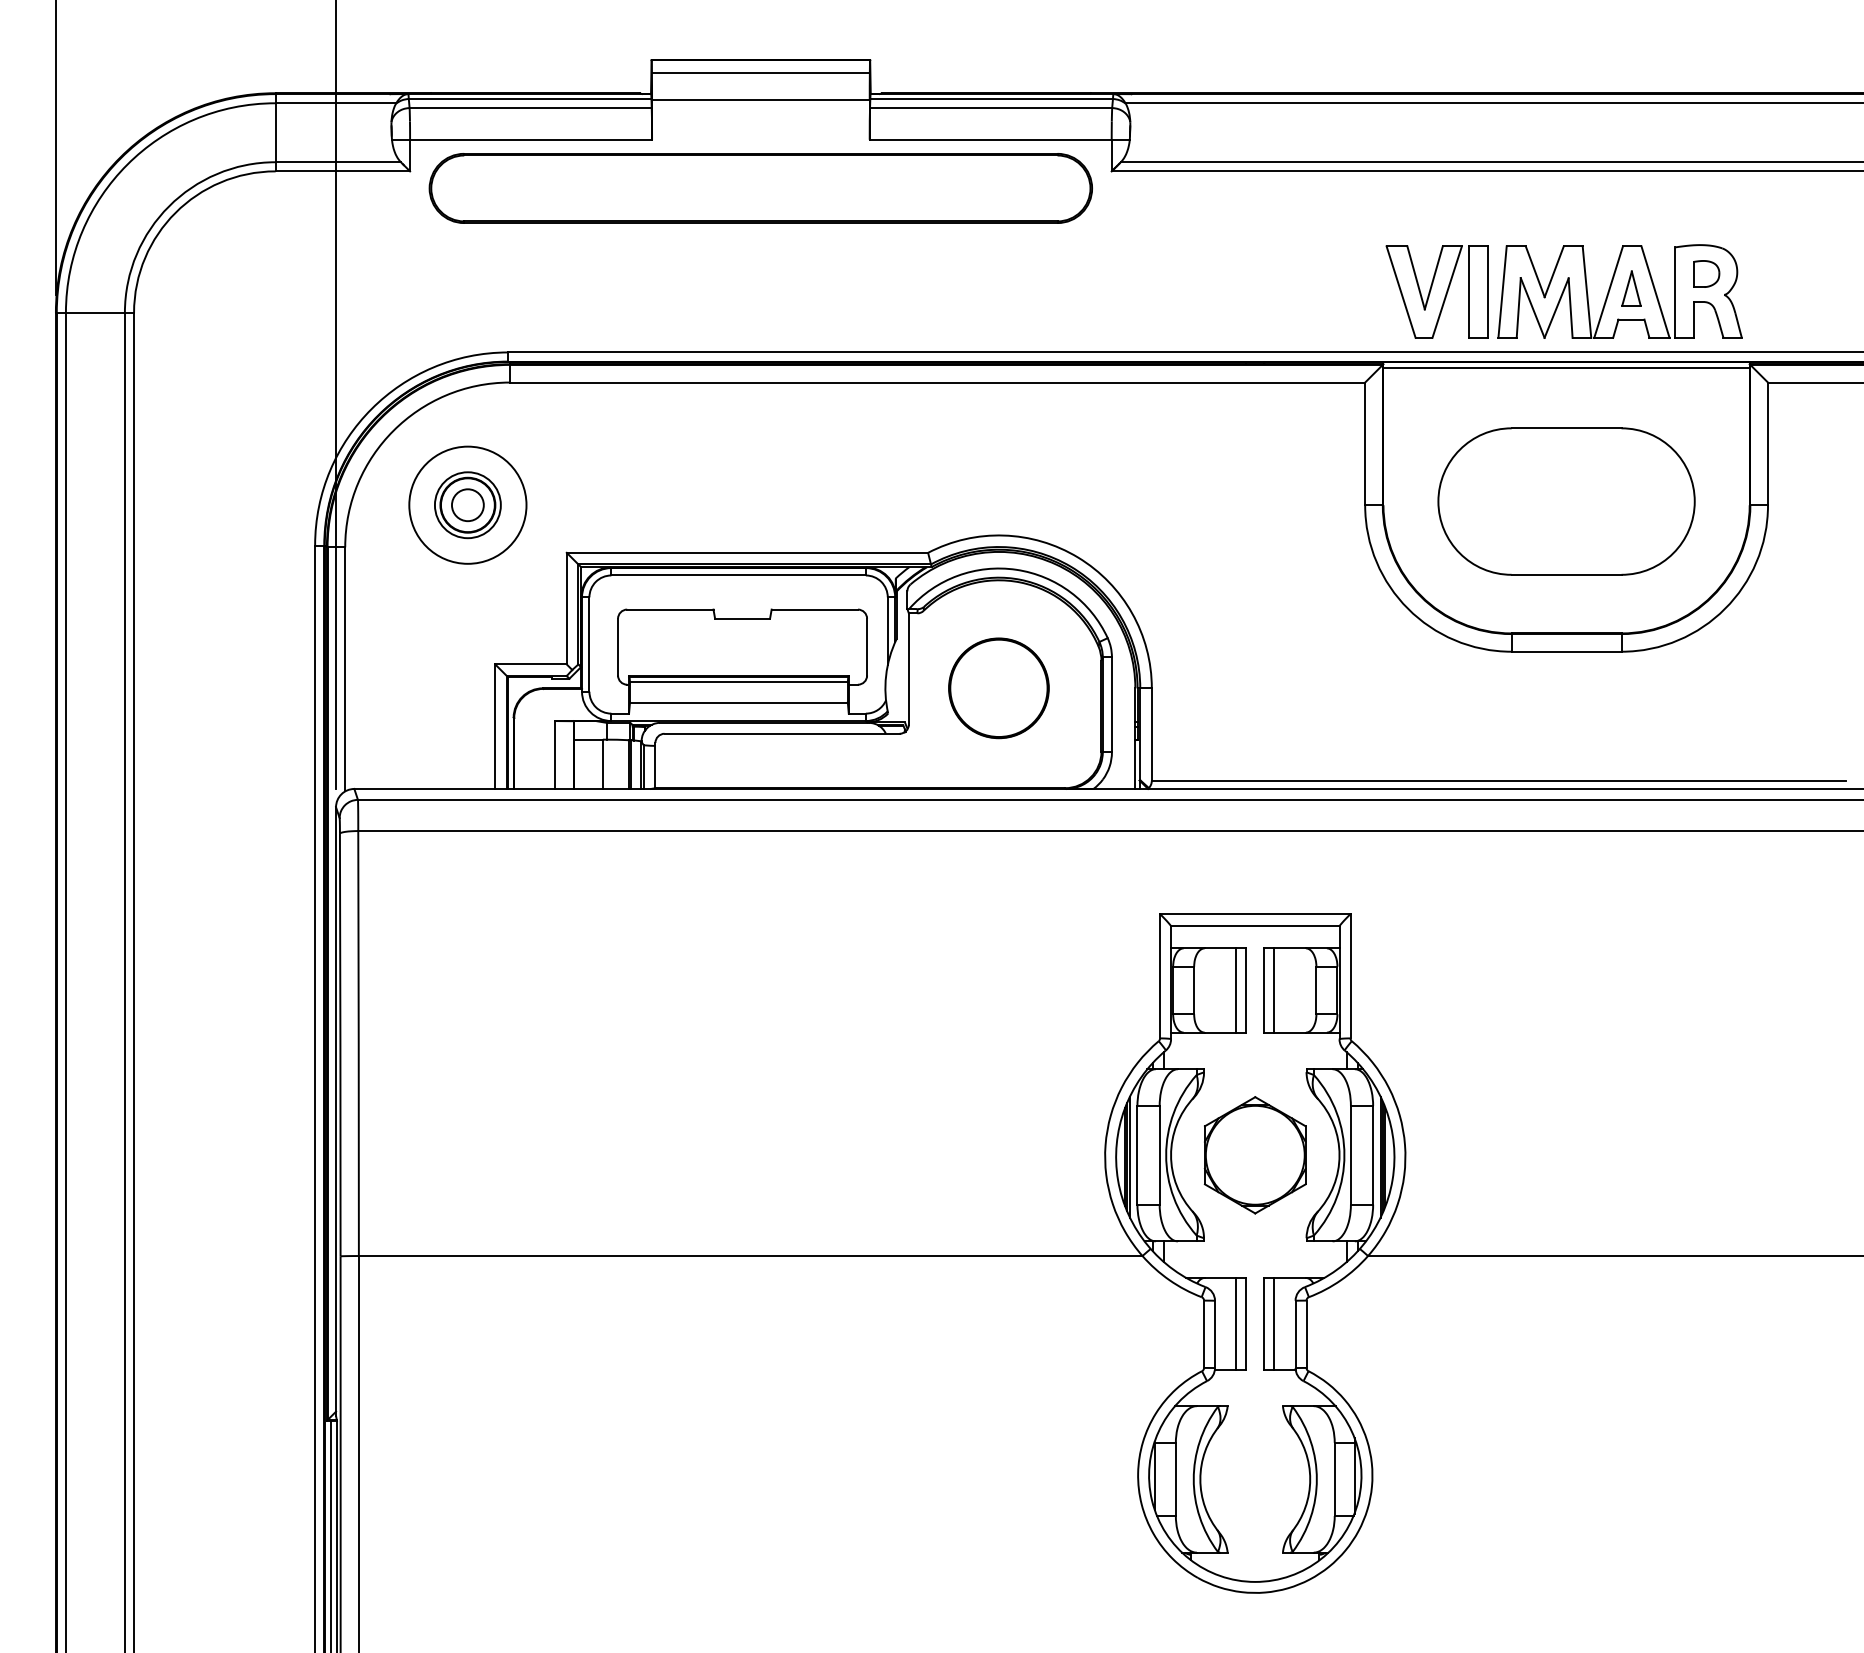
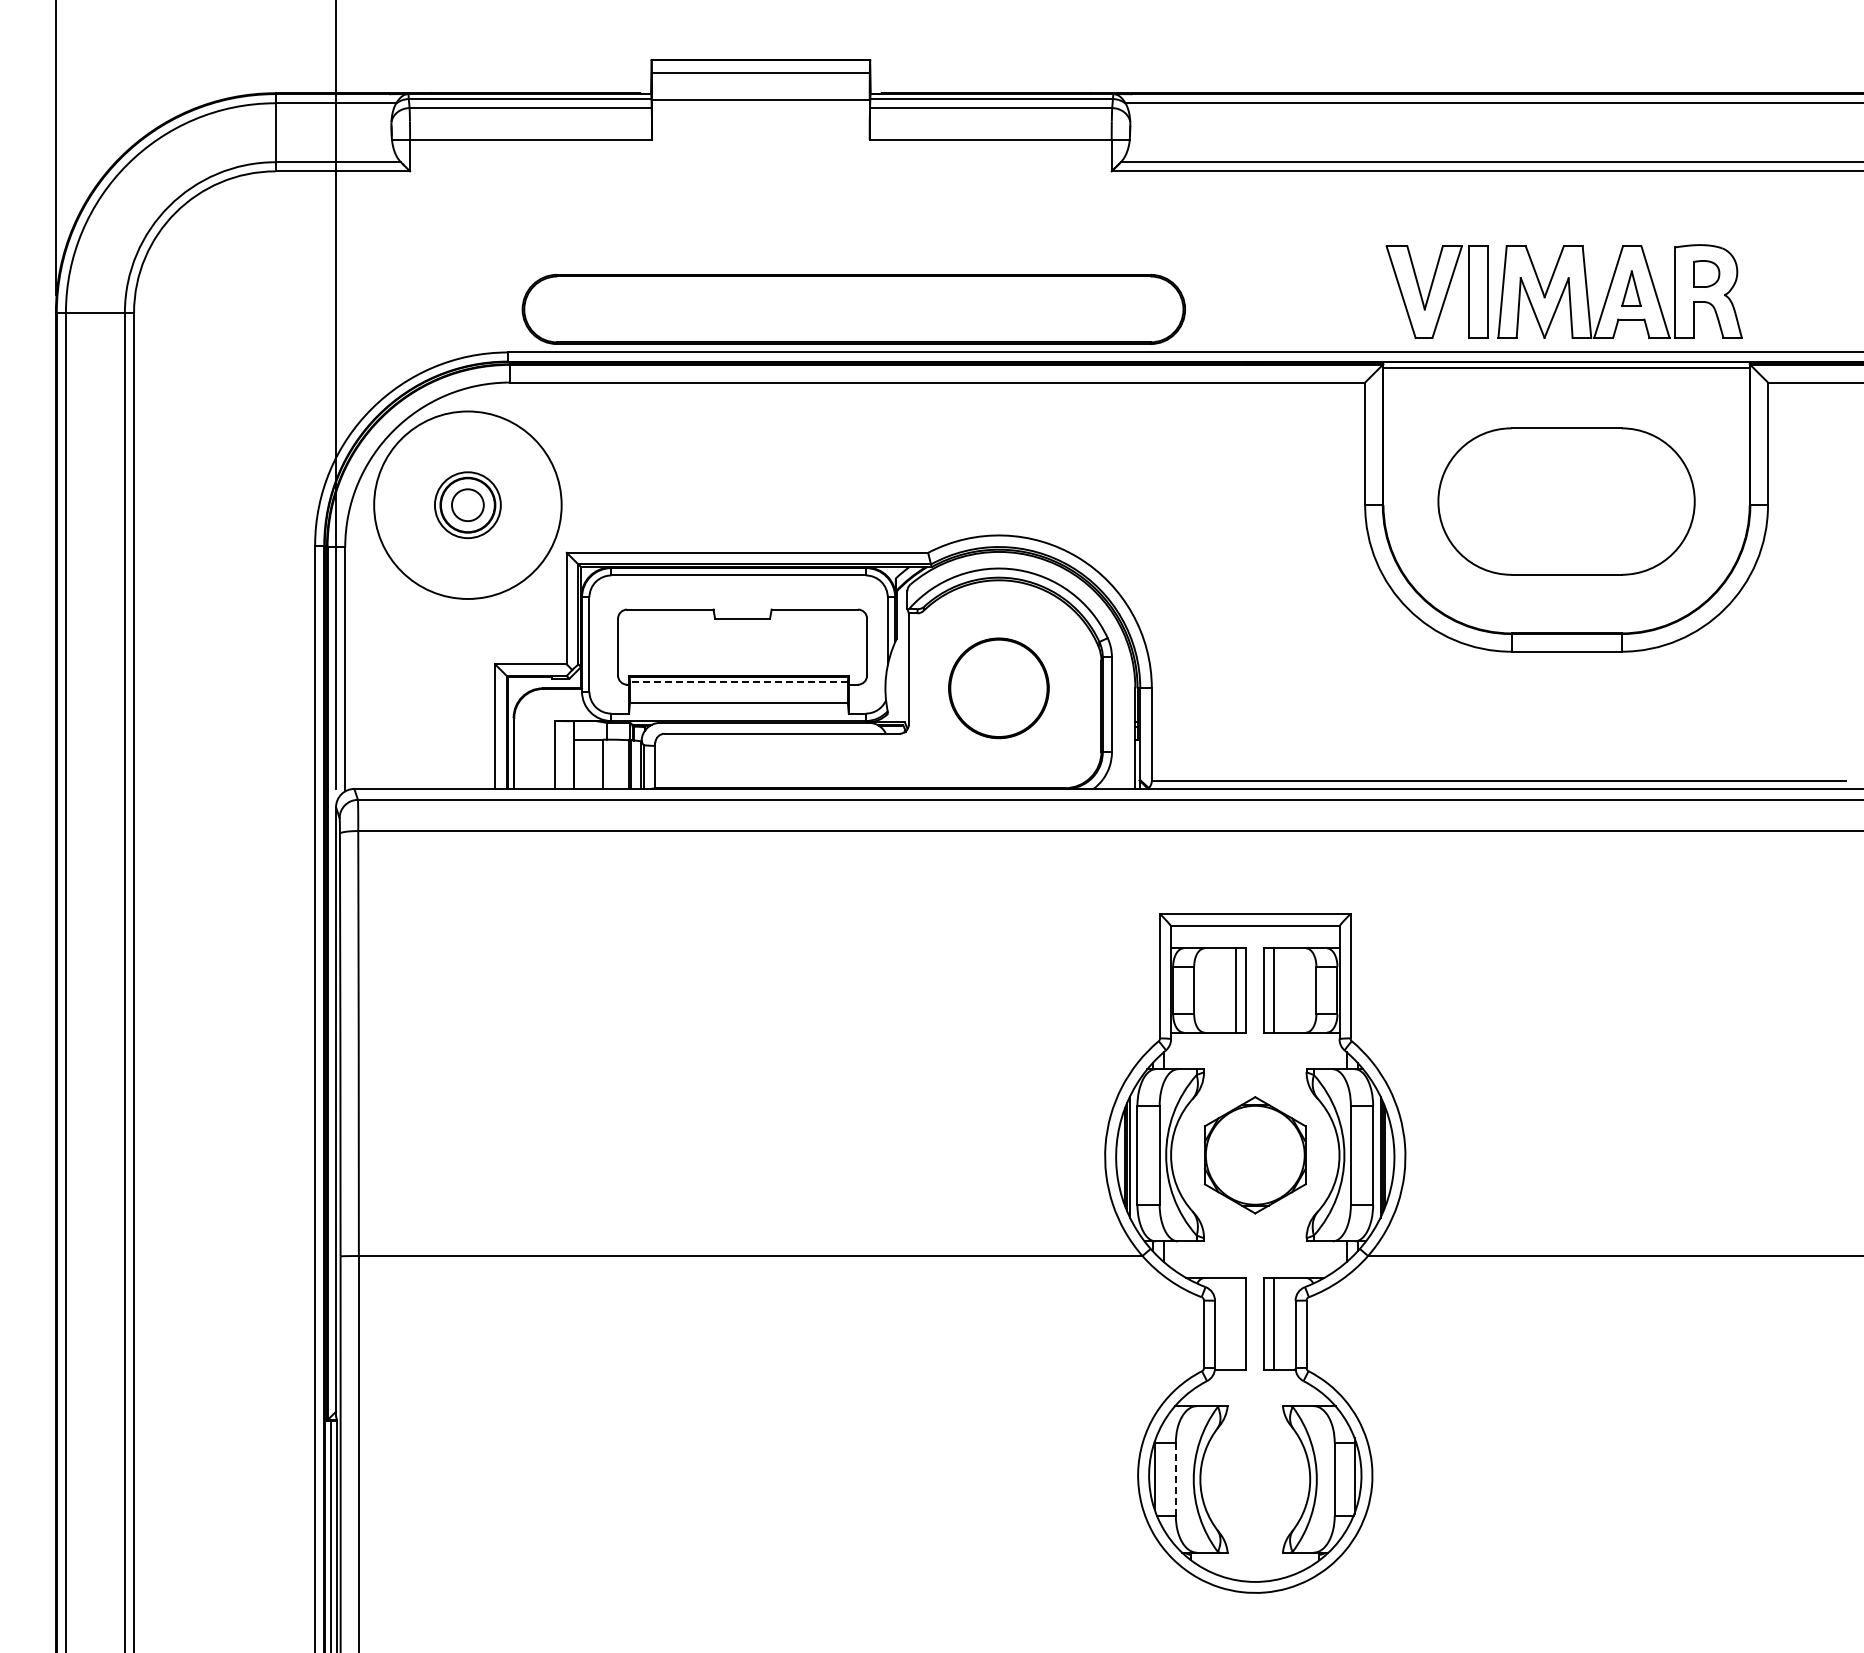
part at (760, 188) position: (760, 188) -> (853, 309)
circle at (467, 504) diameter: 117 px -> 188 px
line at (738, 681): solid -> dashed
line at (1236, 1323): present -> none
line at (1175, 1479): solid -> dashed
